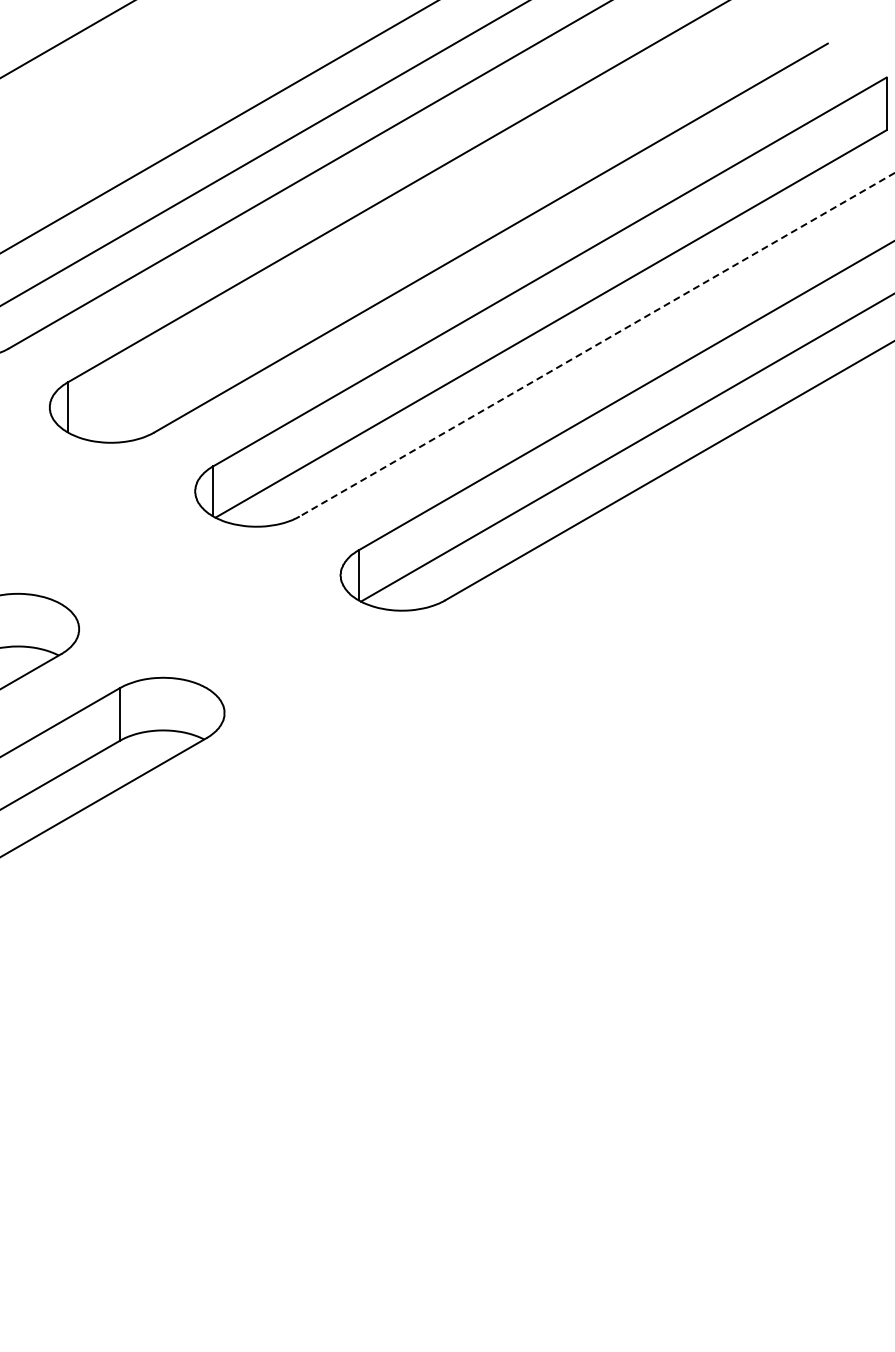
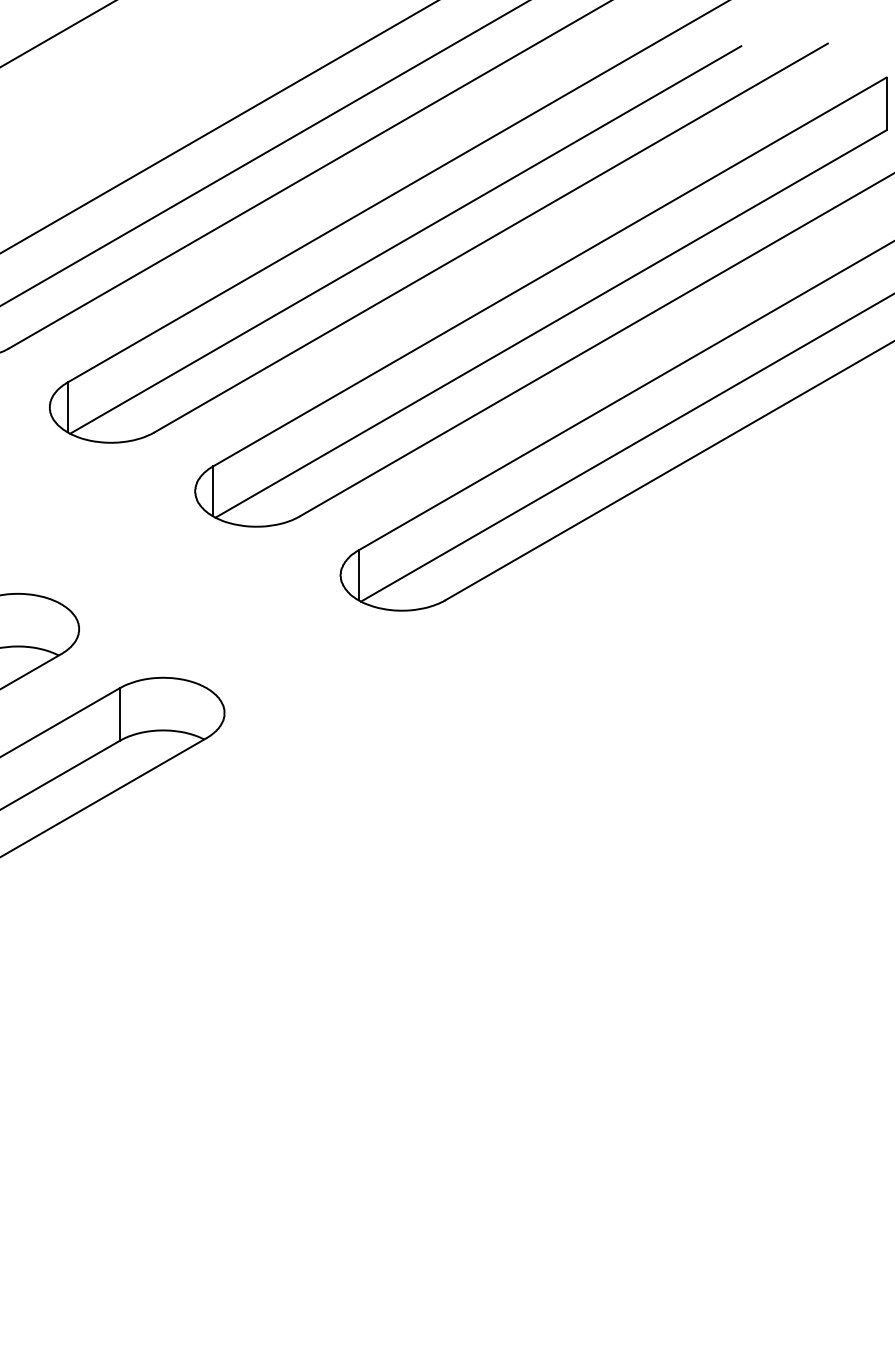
line at (66, 39) position: (66, 39) -> (57, 34)
line at (405, 239): none -> present
line at (596, 344): dashed -> solid
